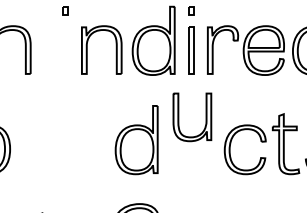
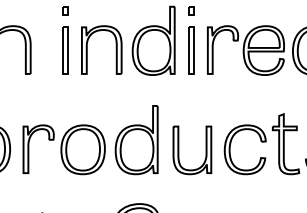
part at (65, 50): none -> present
part at (179, 117) position: (179, 117) -> (179, 150)
part at (63, 149): none -> present
